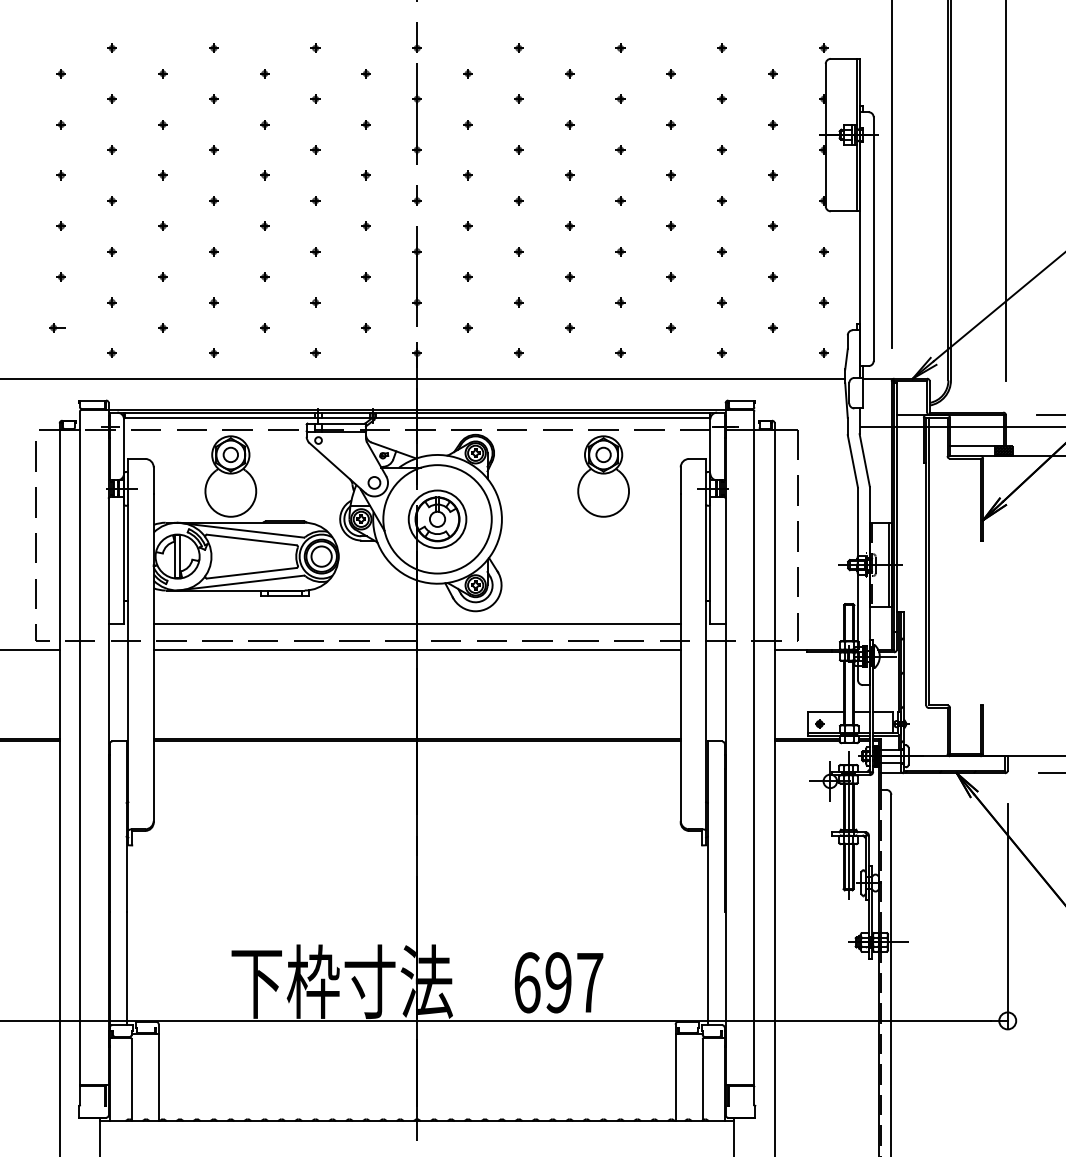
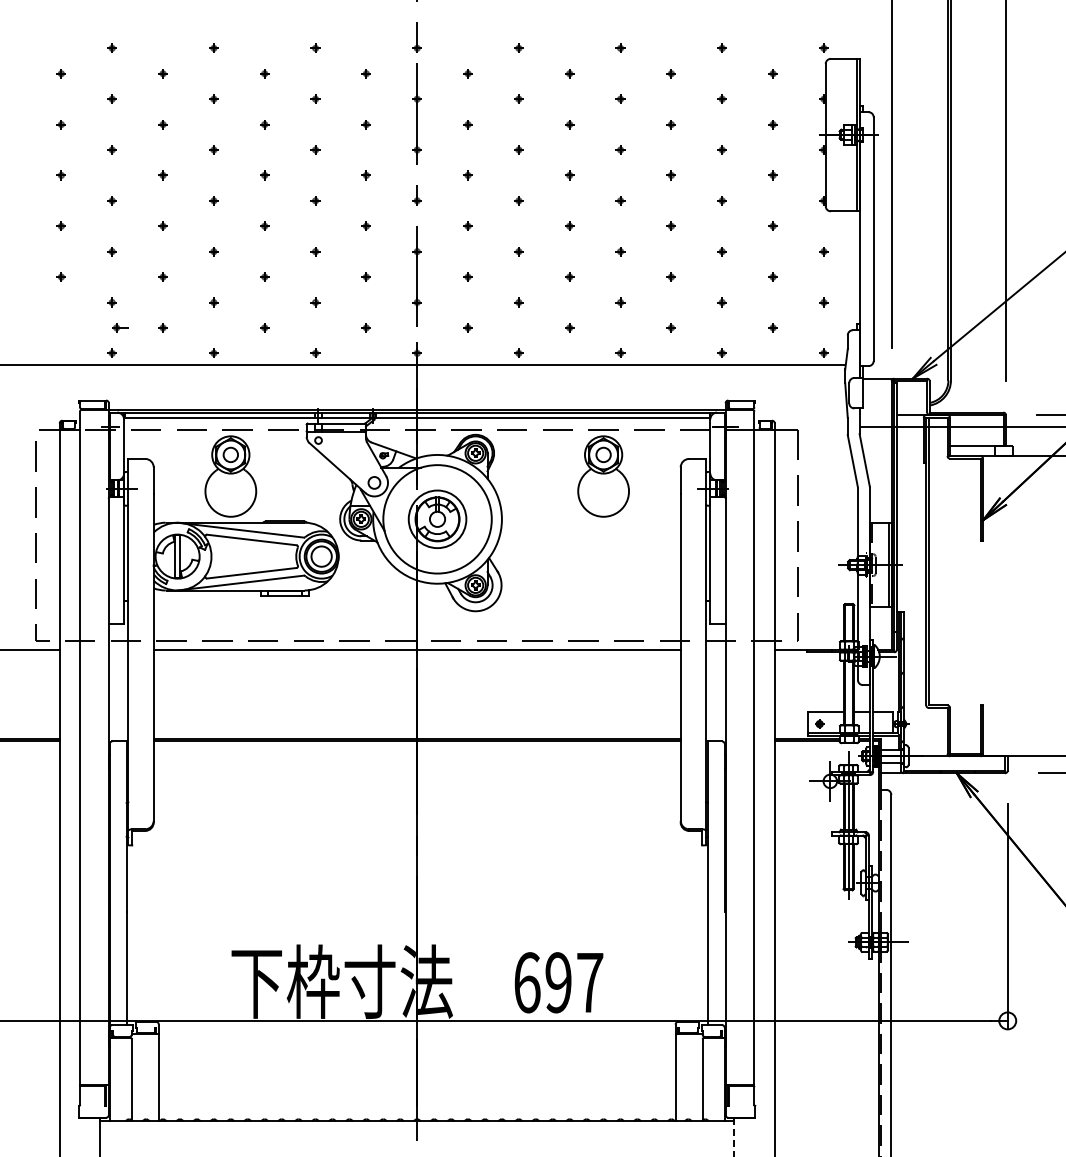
part at (57, 327) position: (57, 327) -> (120, 327)
line at (423, 378) position: (423, 378) -> (423, 364)
hatch at (1003, 451): present -> none
line at (416, 624): present -> none
line at (734, 1136): solid -> dashed
